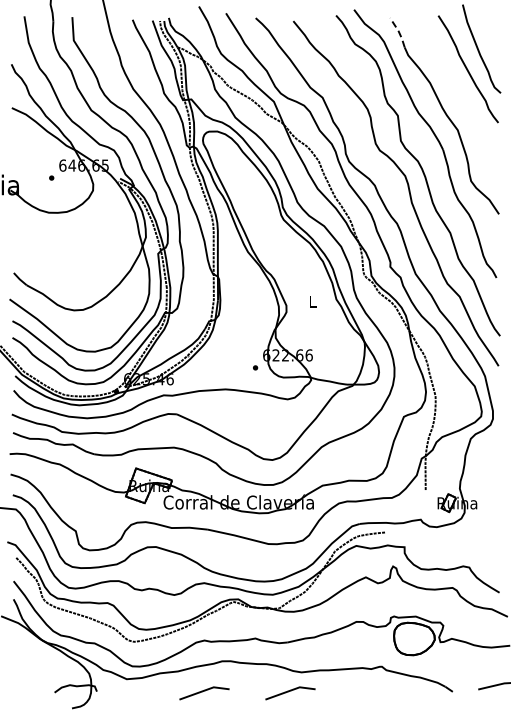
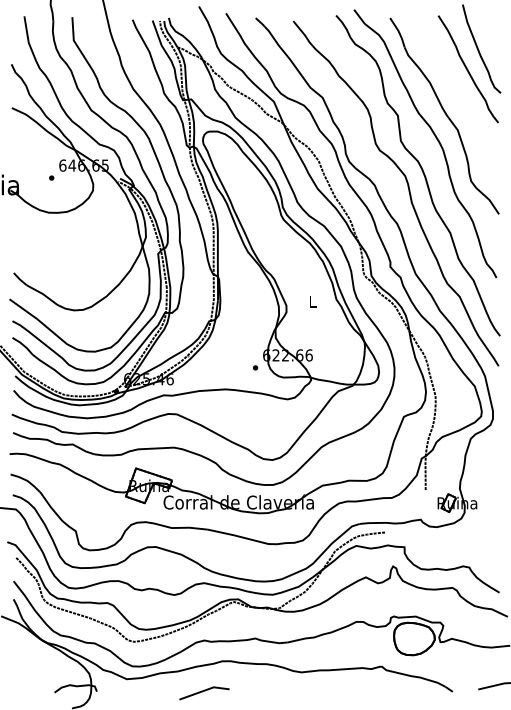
line at (398, 31): dashed -> solid
line at (290, 691): present -> none
